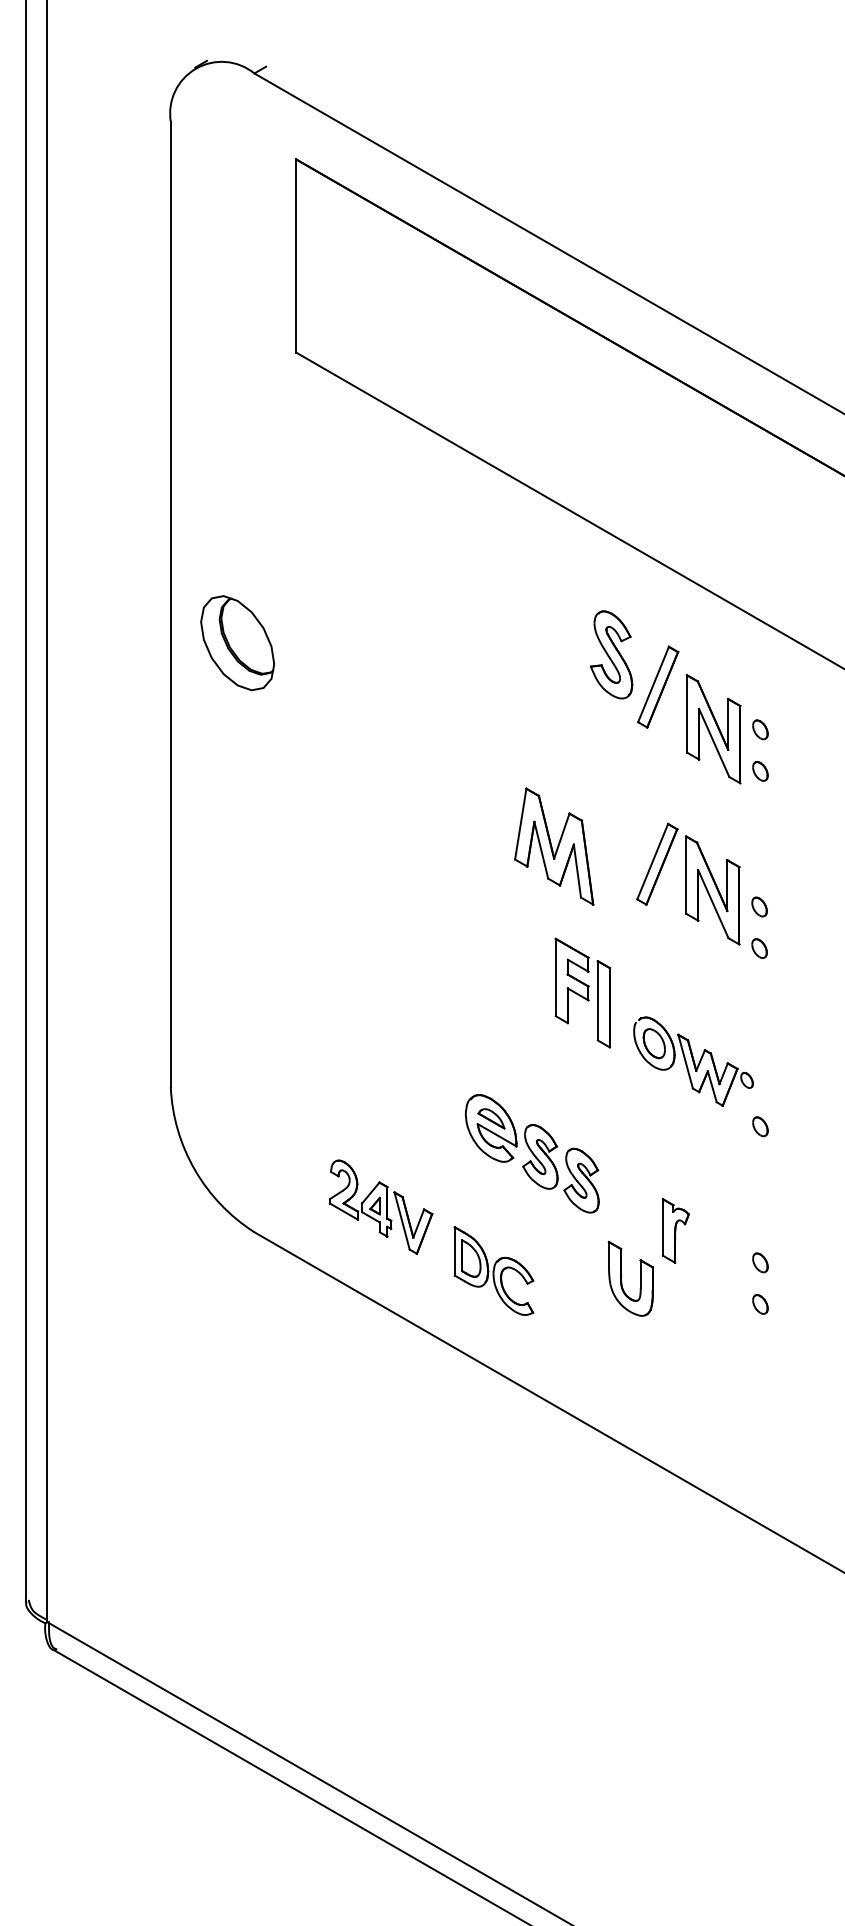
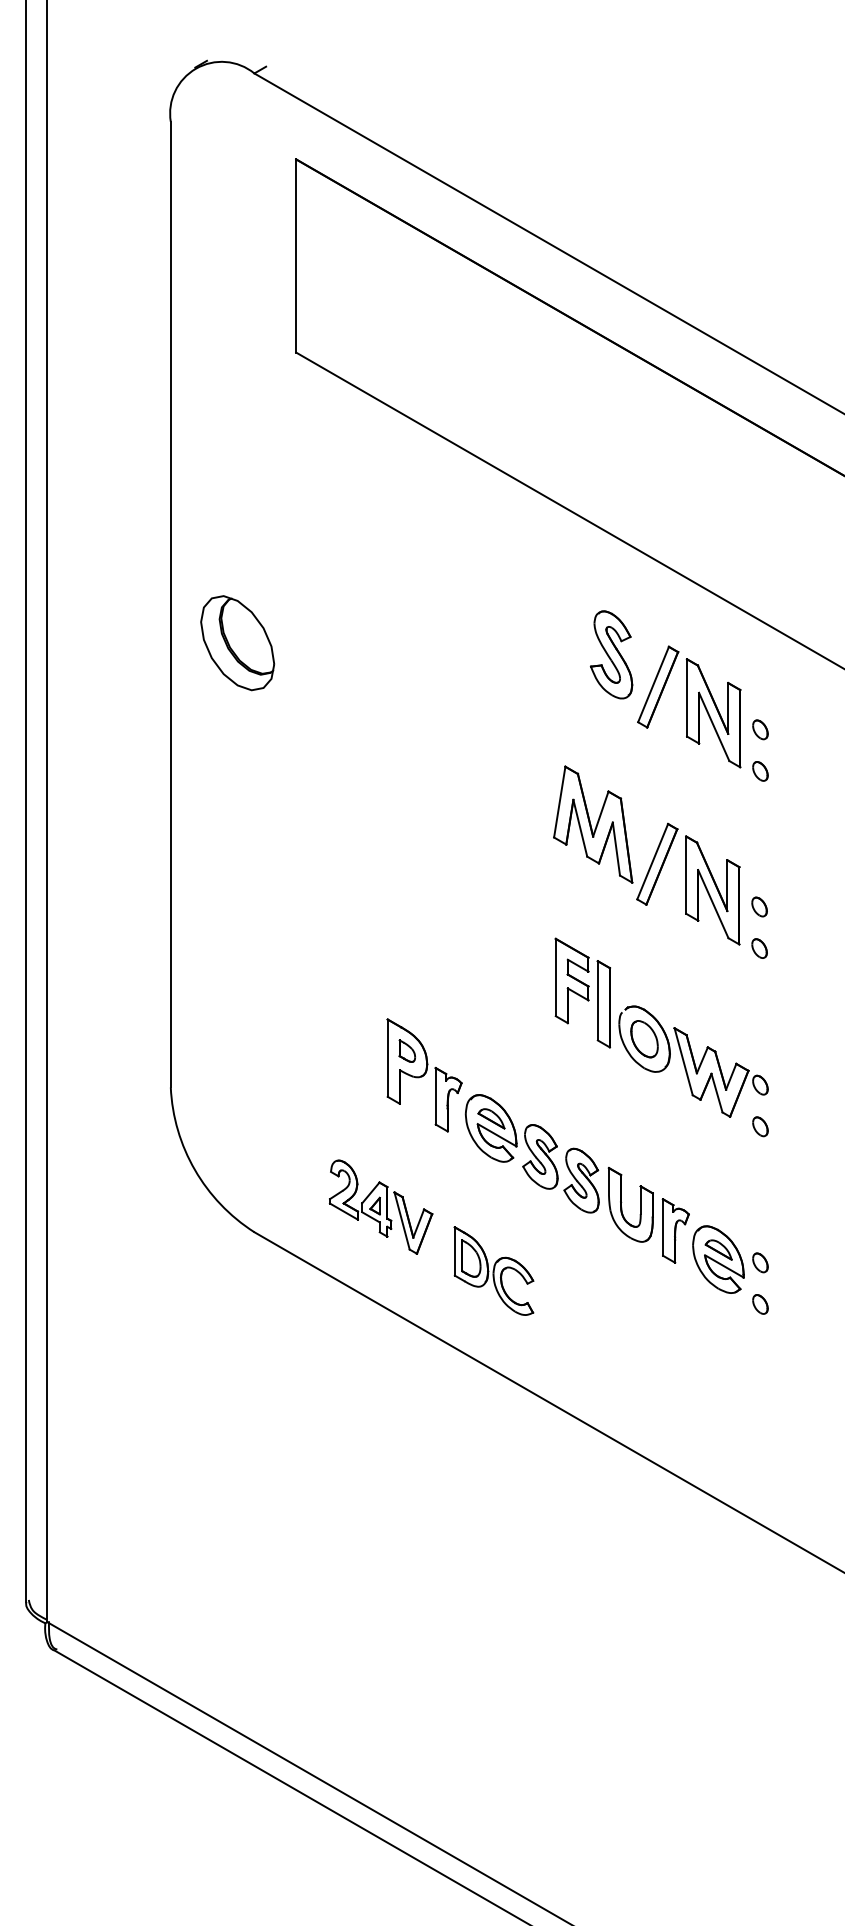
part at (713, 729) position: (713, 729) -> (713, 713)
part at (554, 846) position: (554, 846) -> (593, 824)
part at (693, 1061) size: 121x91 px -> 151x113 px
part at (424, 1075): none -> present
part at (718, 1259): none -> present
part at (622, 1276) position: (622, 1276) -> (622, 1202)
